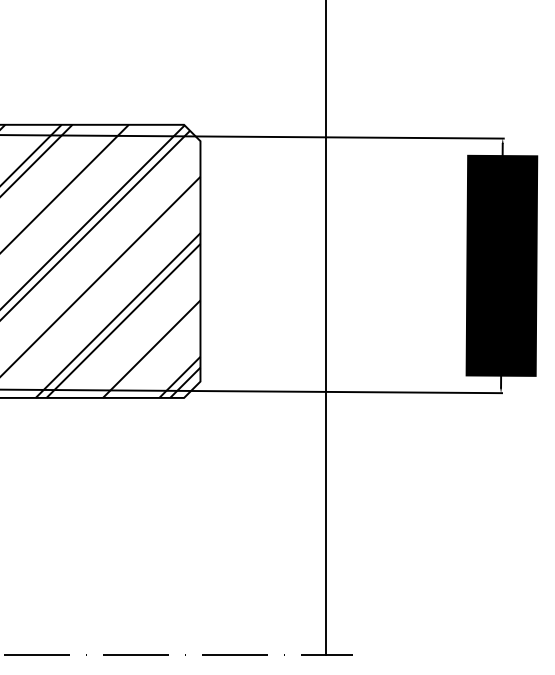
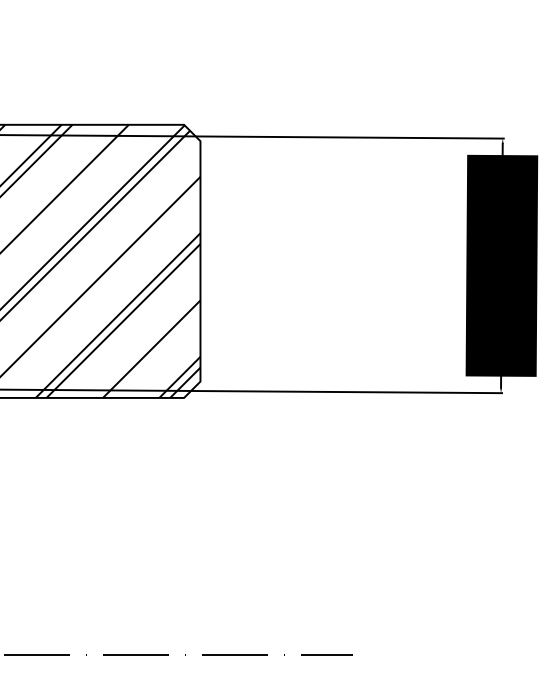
line at (326, 328): present -> none
